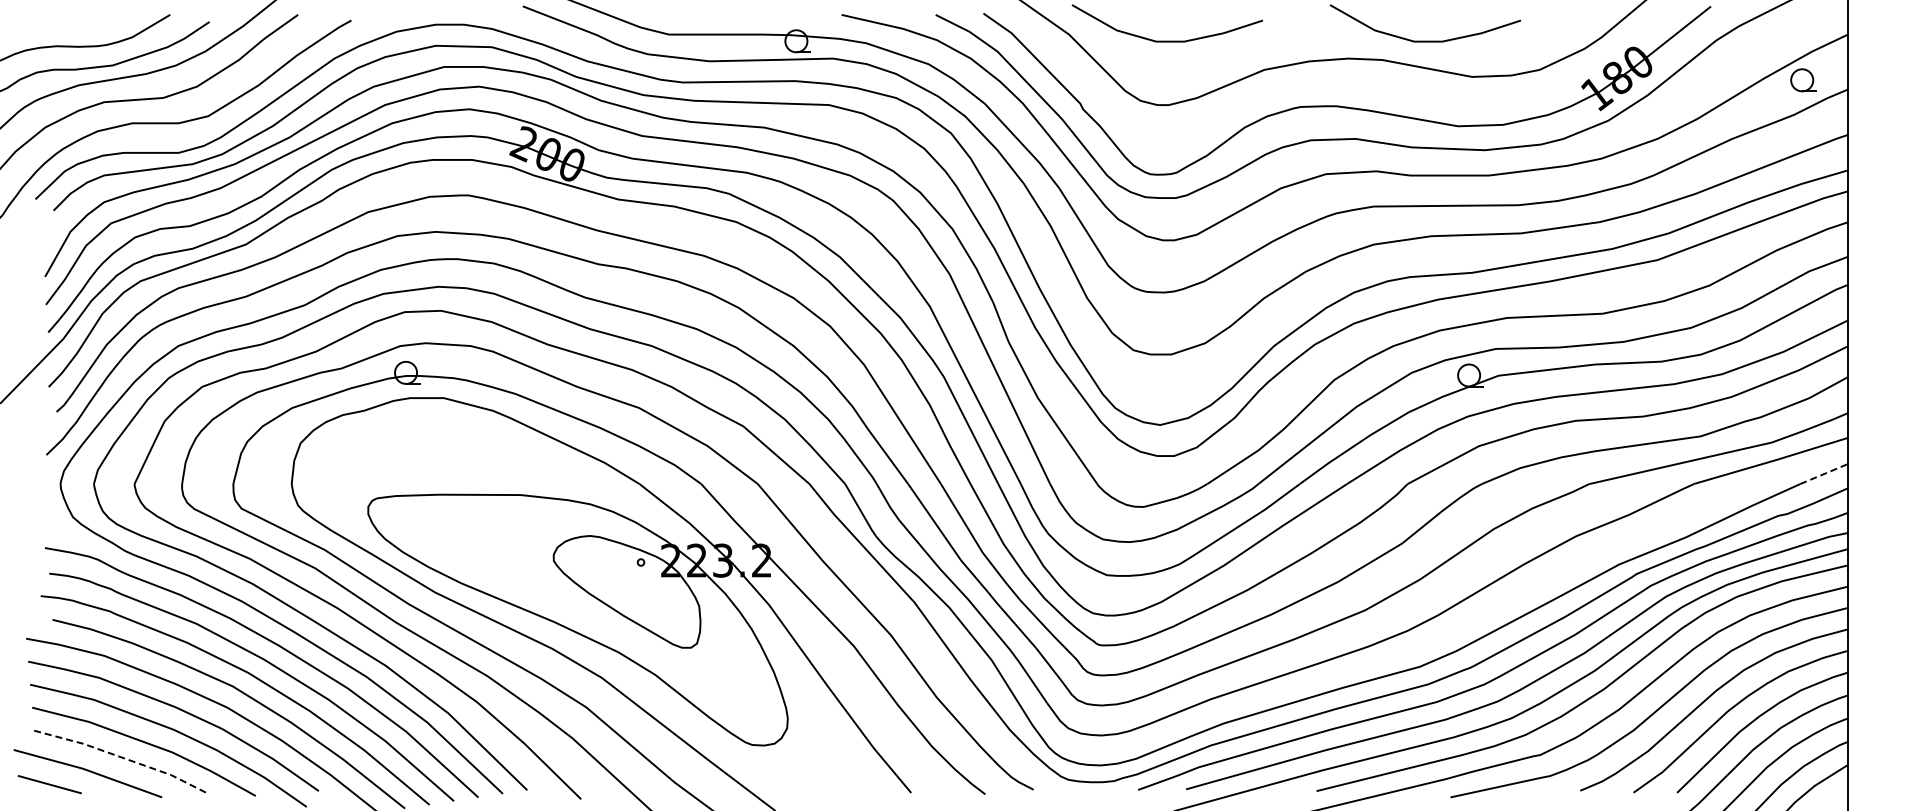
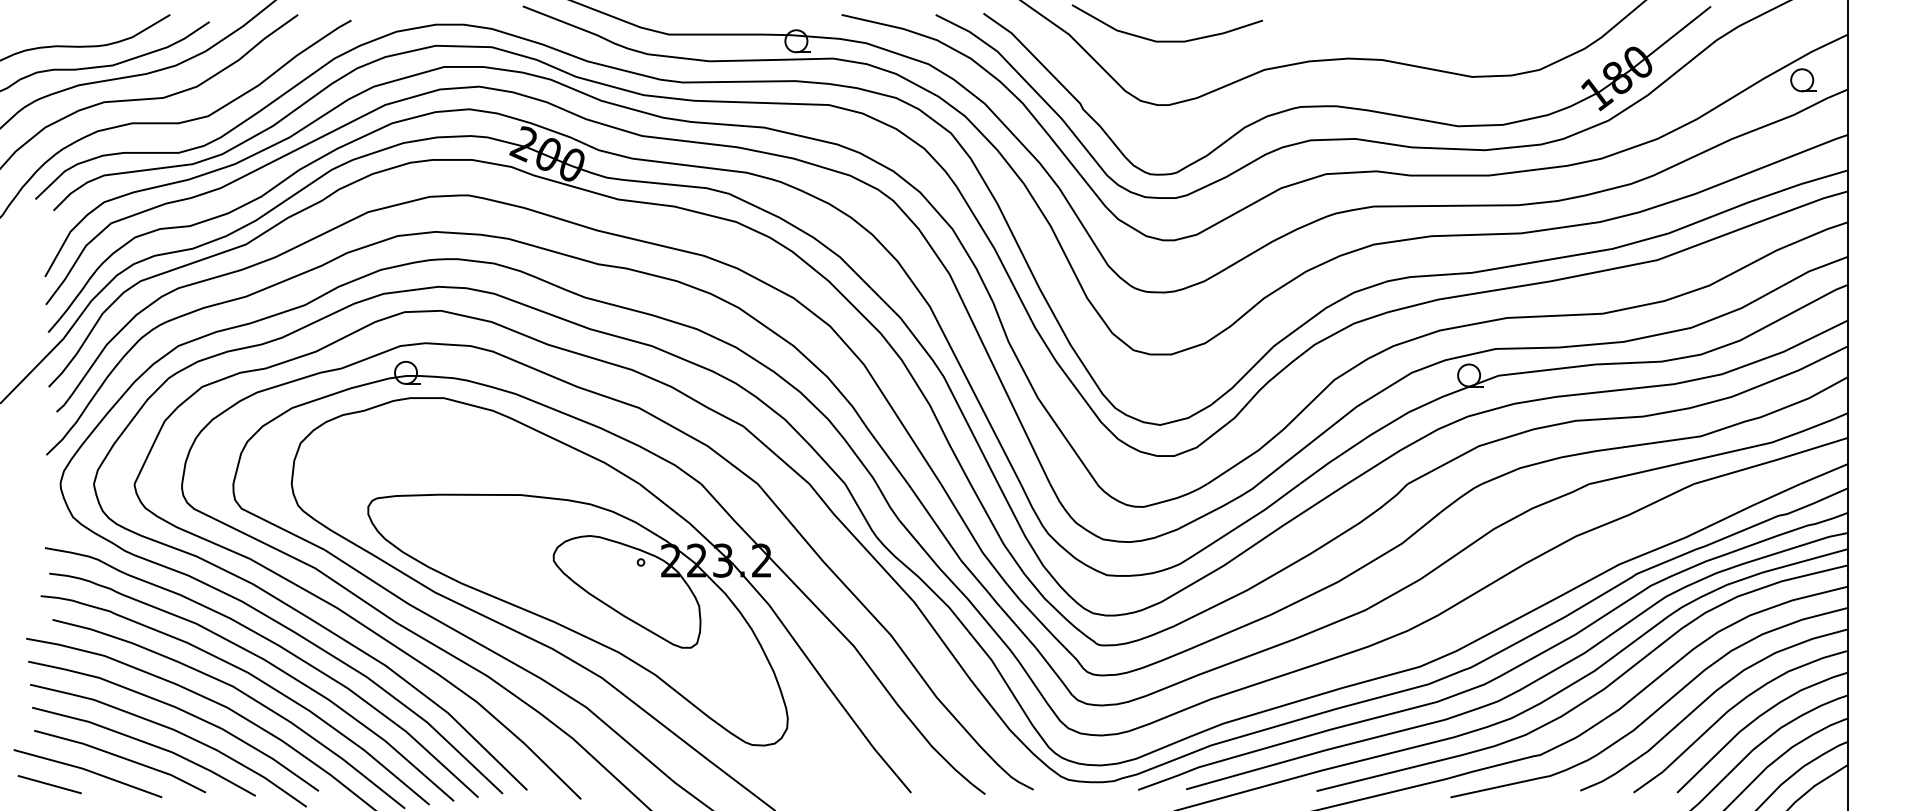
curve at (1424, 40): present -> none
line at (1824, 473): dashed -> solid
line at (121, 757): dashed -> solid
